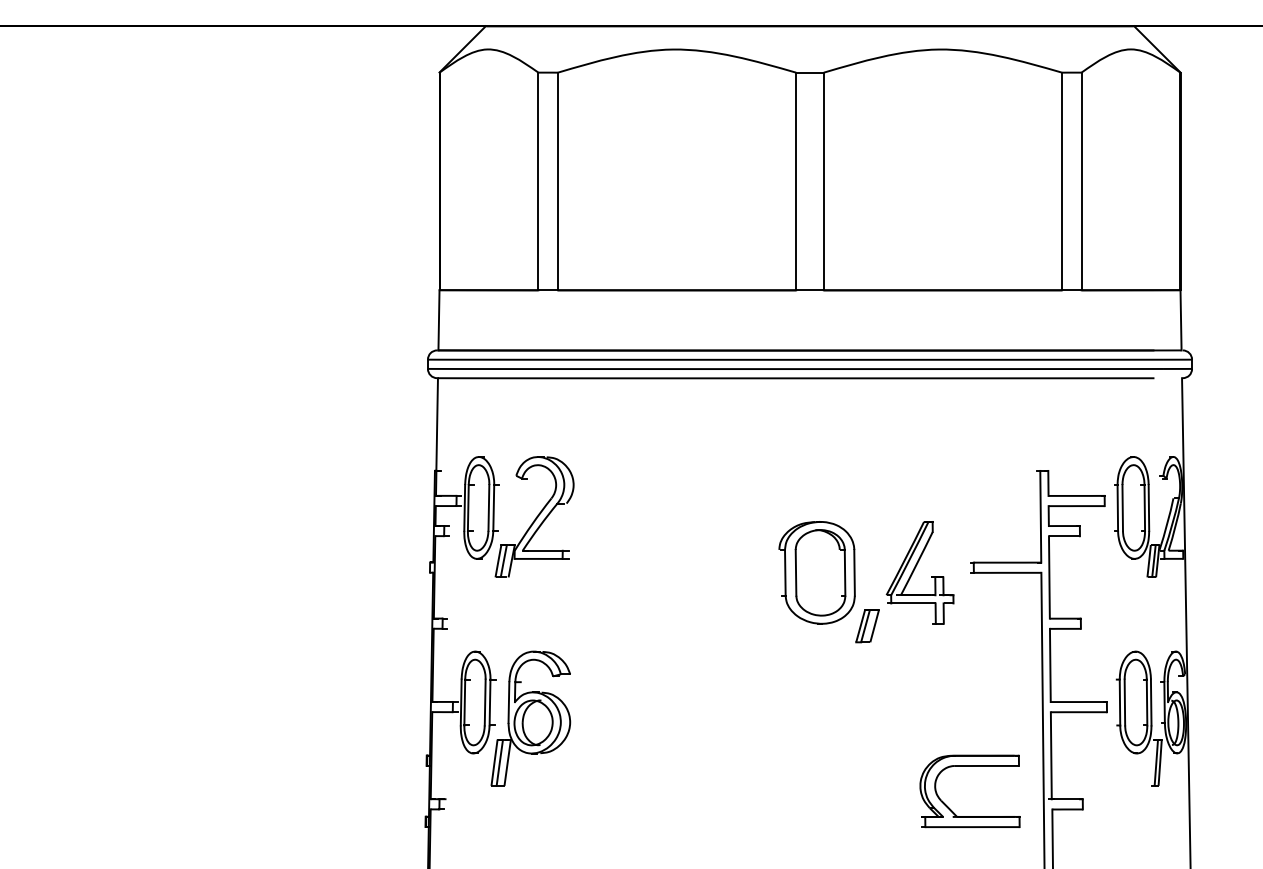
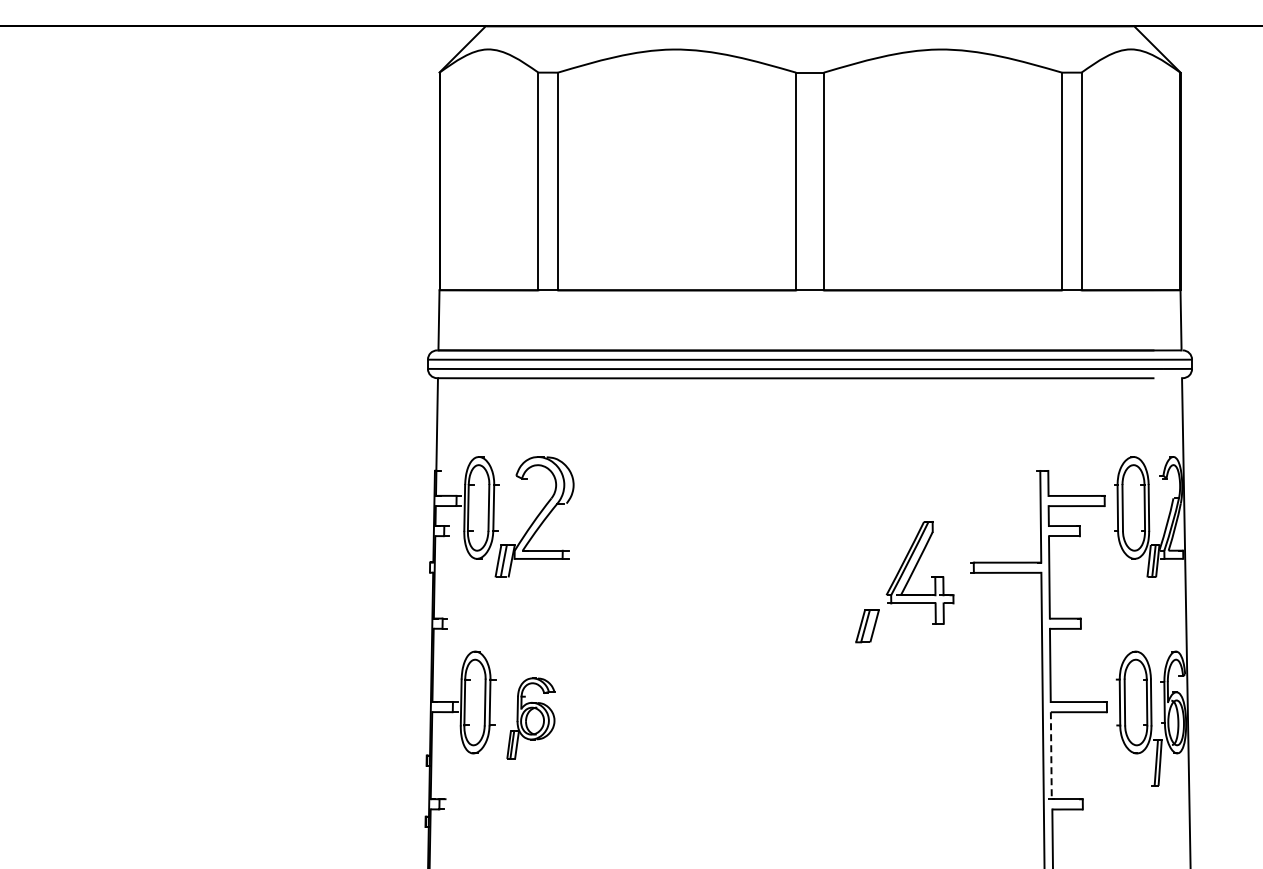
part at (816, 572): present -> none
part at (530, 718) size: 82x137 px -> 50x83 px
line at (1051, 755): solid -> dashed
part at (969, 766): present -> none
